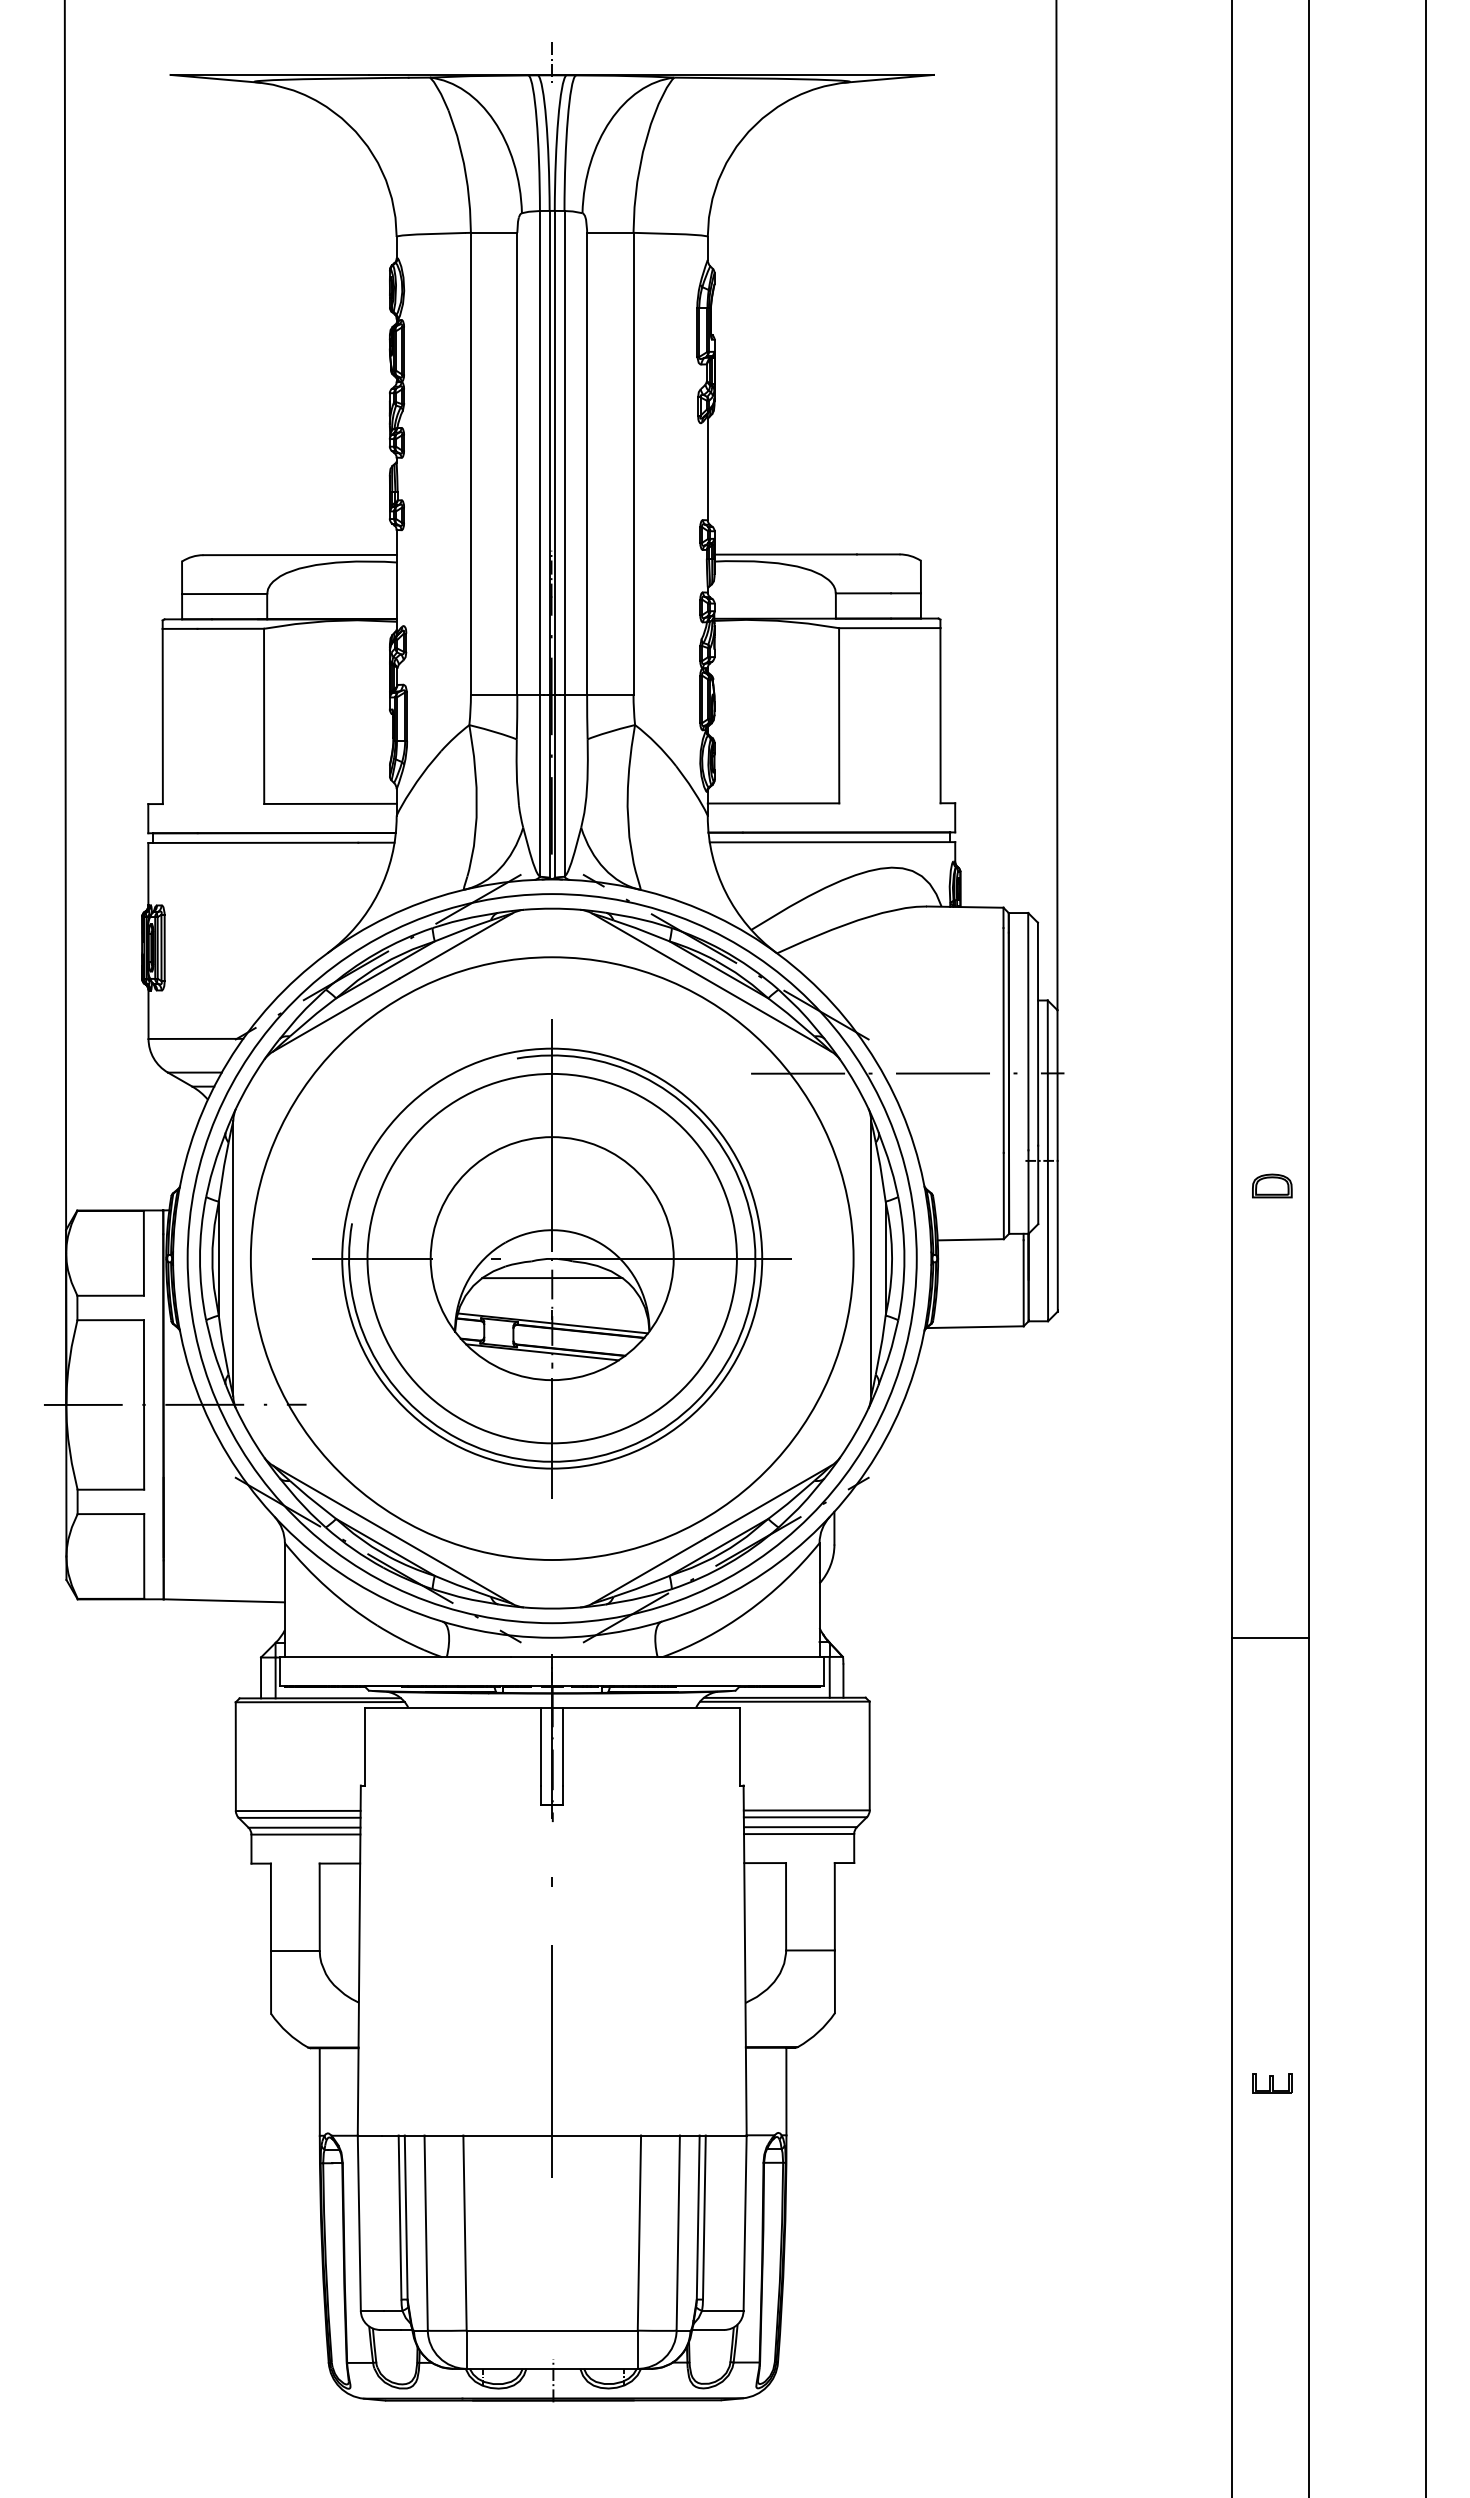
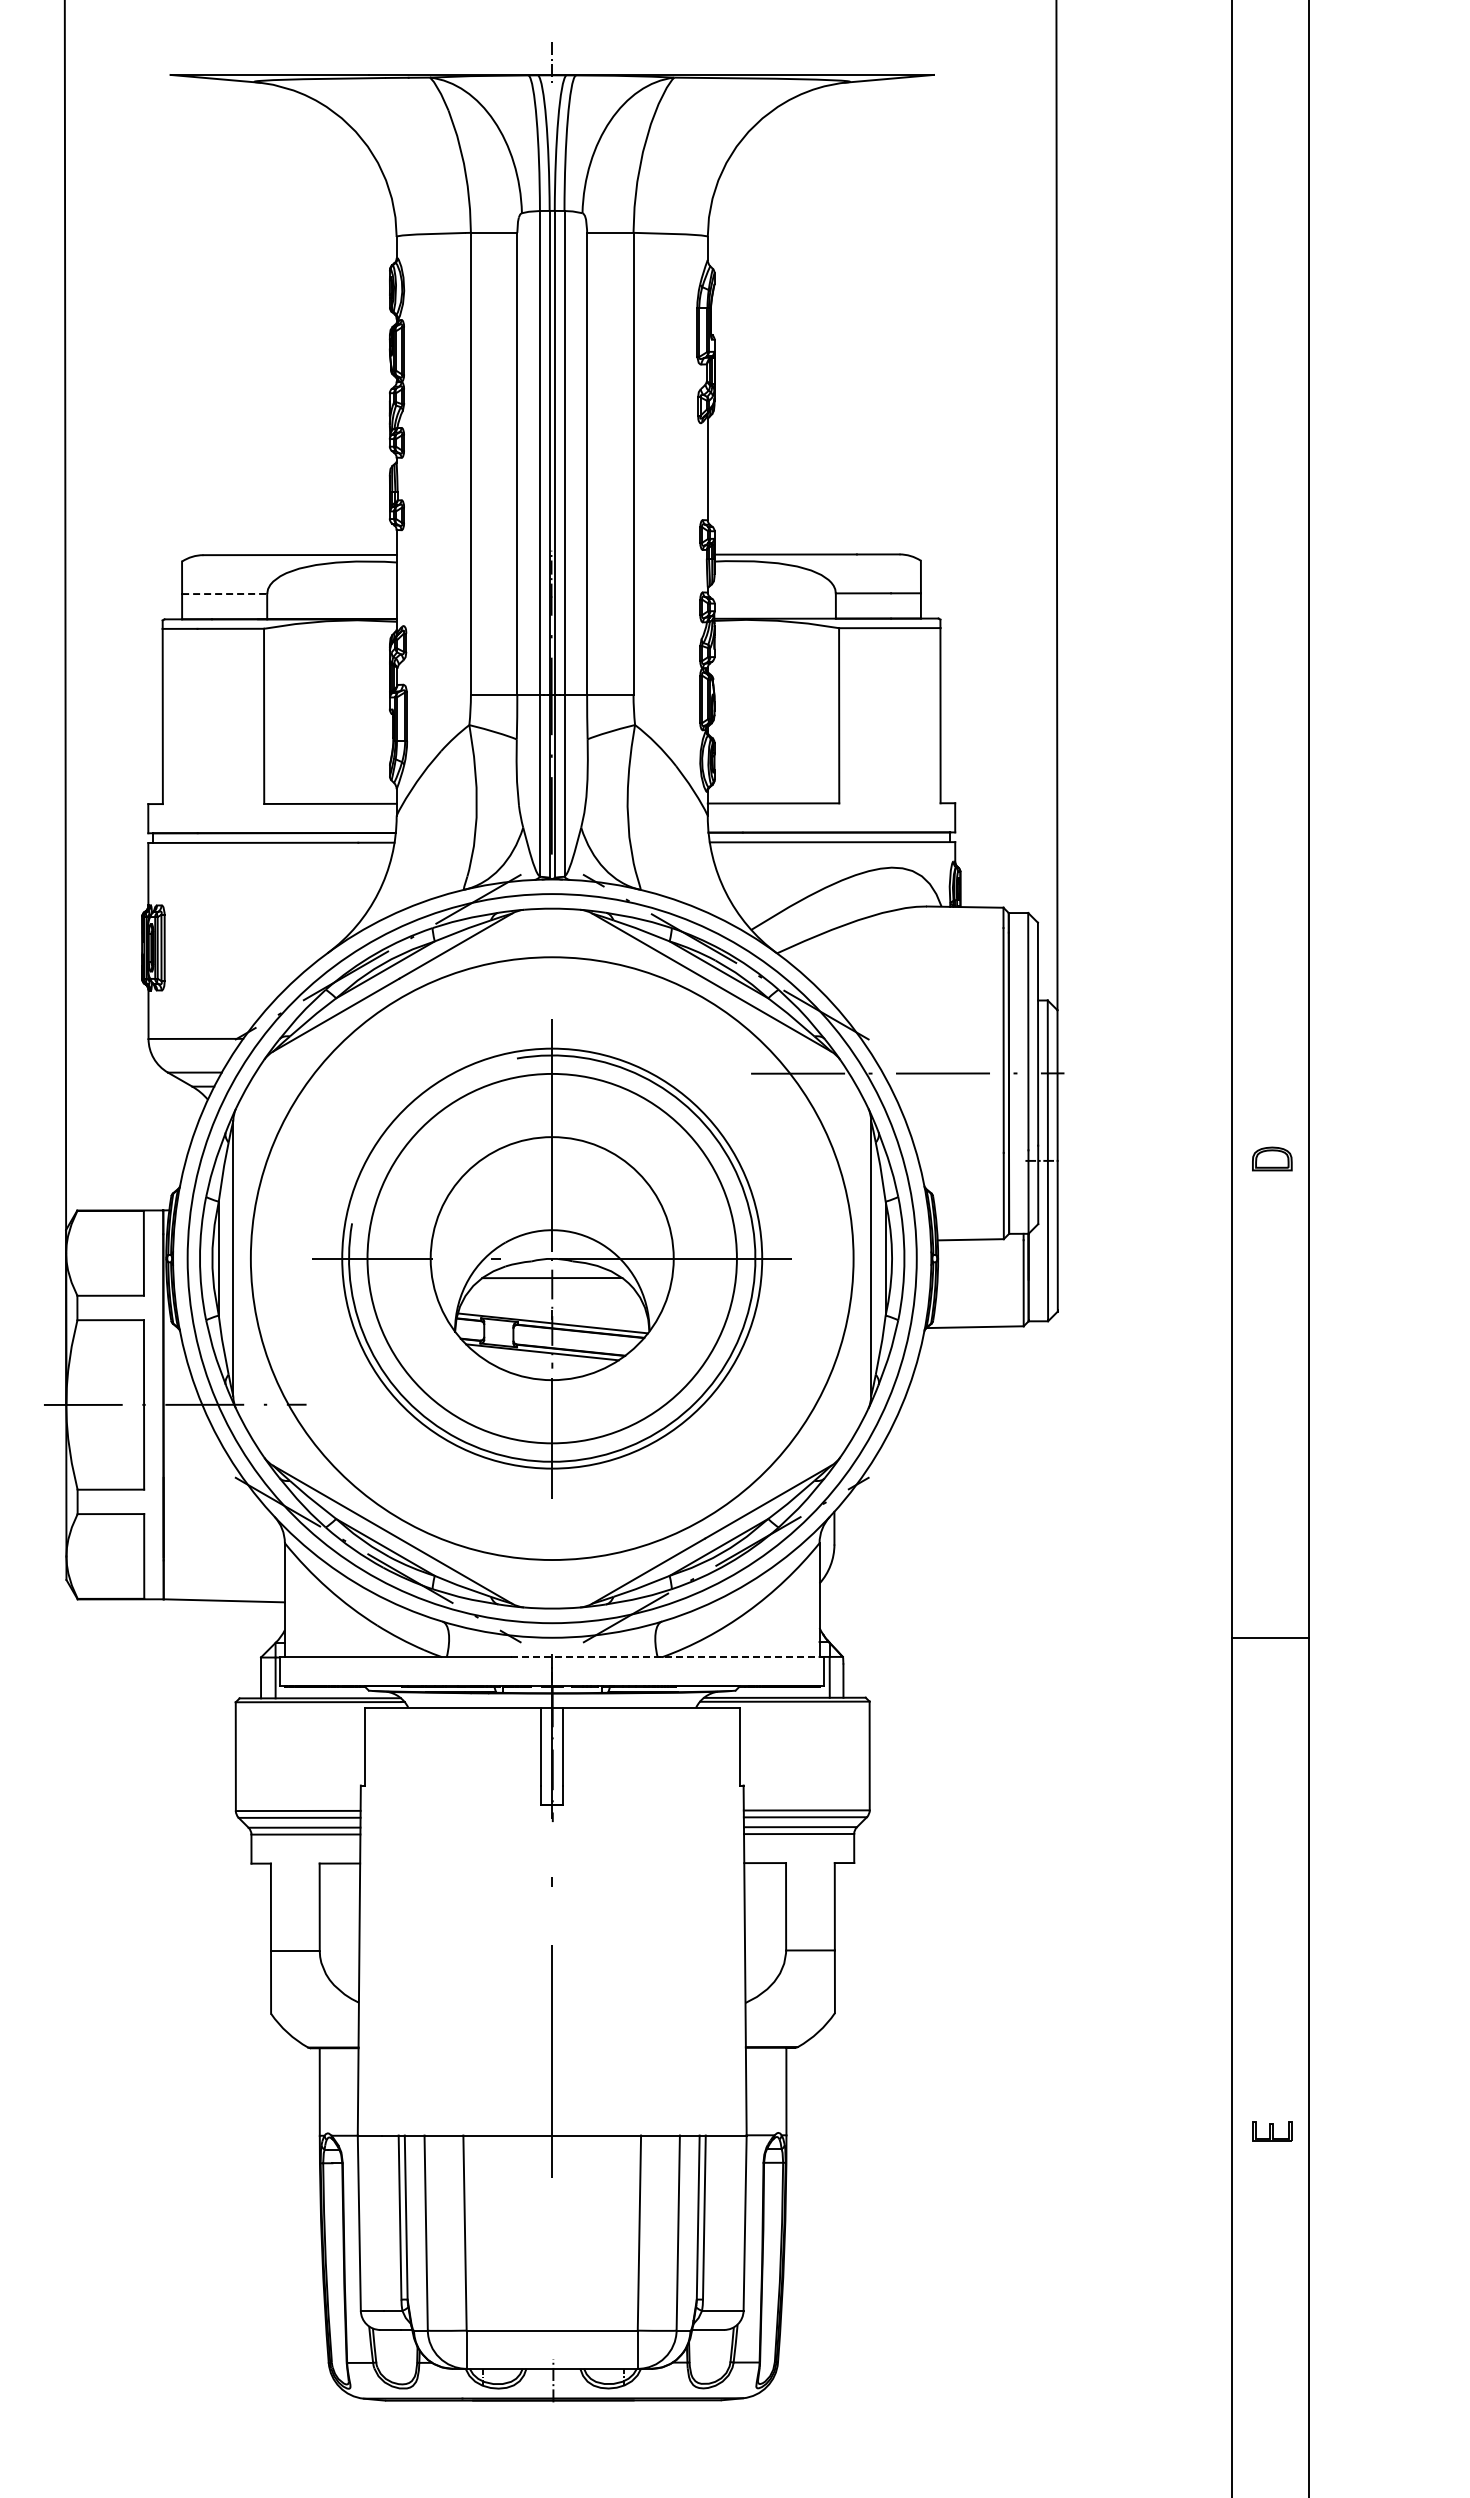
line at (224, 594): solid -> dashed
part at (1272, 1185) position: (1272, 1185) -> (1272, 1158)
line at (1426, 1248): present -> none
line at (667, 1657): solid -> dashed
part at (1272, 2083) position: (1272, 2083) -> (1272, 2131)
